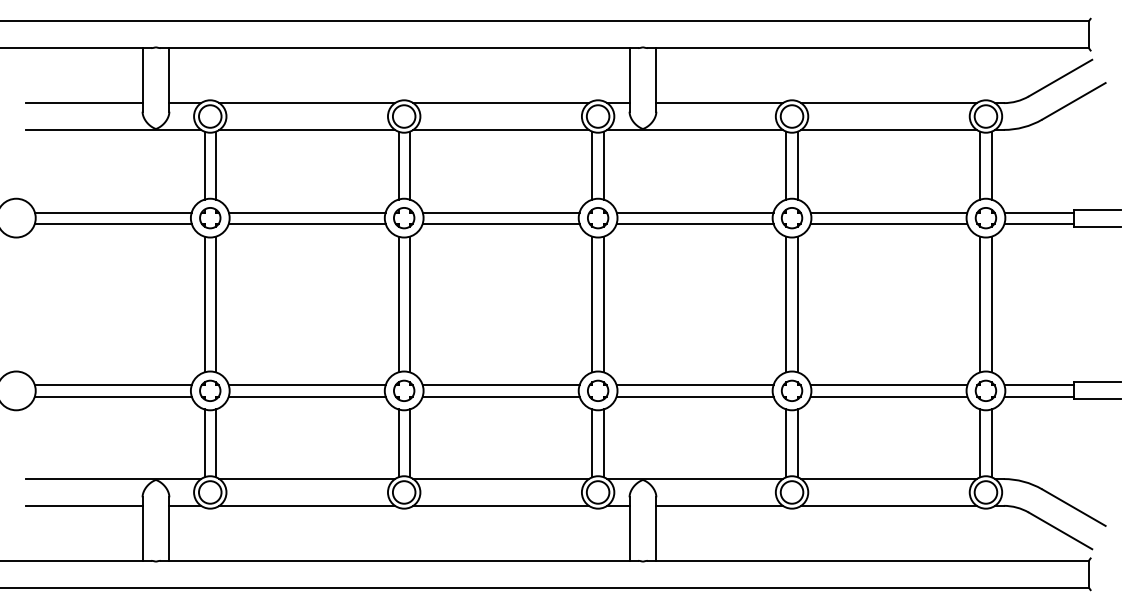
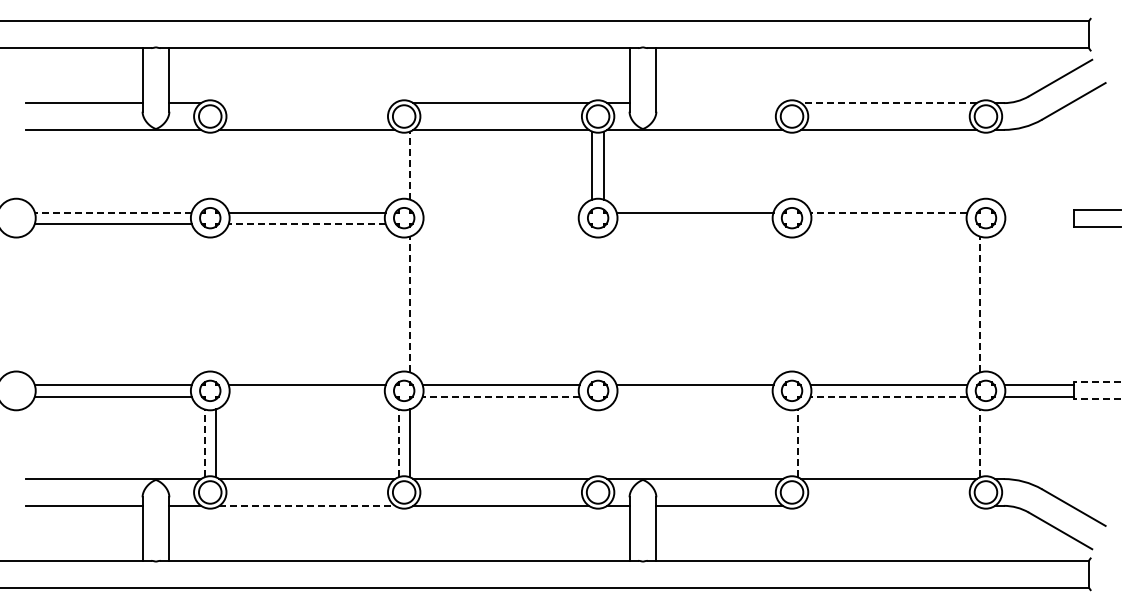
line at (307, 103): present -> none
line at (719, 103): present -> none
line at (889, 103): solid -> dashed
line at (204, 165): present -> none
line at (215, 165): present -> none
line at (398, 165): present -> none
line at (409, 165): solid -> dashed
line at (786, 165): present -> none
line at (797, 165): present -> none
line at (980, 165): present -> none
line at (991, 165): present -> none
line at (112, 212): solid -> dashed
line at (500, 212): present -> none
line at (888, 212): solid -> dashed
line at (1038, 212): present -> none
line at (306, 223): solid -> dashed
line at (500, 223): present -> none
line at (694, 223): present -> none
line at (888, 223): present -> none
line at (1038, 223): present -> none
line at (204, 304): present -> none
line at (215, 304): present -> none
line at (398, 304): present -> none
line at (409, 304): solid -> dashed
line at (592, 304): present -> none
line at (603, 304): present -> none
line at (786, 304): present -> none
line at (797, 304): present -> none
line at (980, 304): solid -> dashed
line at (991, 304): present -> none
line at (1096, 382): solid -> dashed
line at (306, 396): present -> none
line at (500, 396): solid -> dashed
line at (694, 396): present -> none
line at (888, 396): solid -> dashed
line at (1096, 399): solid -> dashed
line at (204, 443): solid -> dashed
line at (398, 443): solid -> dashed
line at (592, 443): present -> none
line at (603, 443): present -> none
line at (786, 443): present -> none
line at (797, 443): solid -> dashed
line at (980, 443): solid -> dashed
line at (991, 443): present -> none
line at (307, 505): solid -> dashed
line at (888, 505): present -> none
